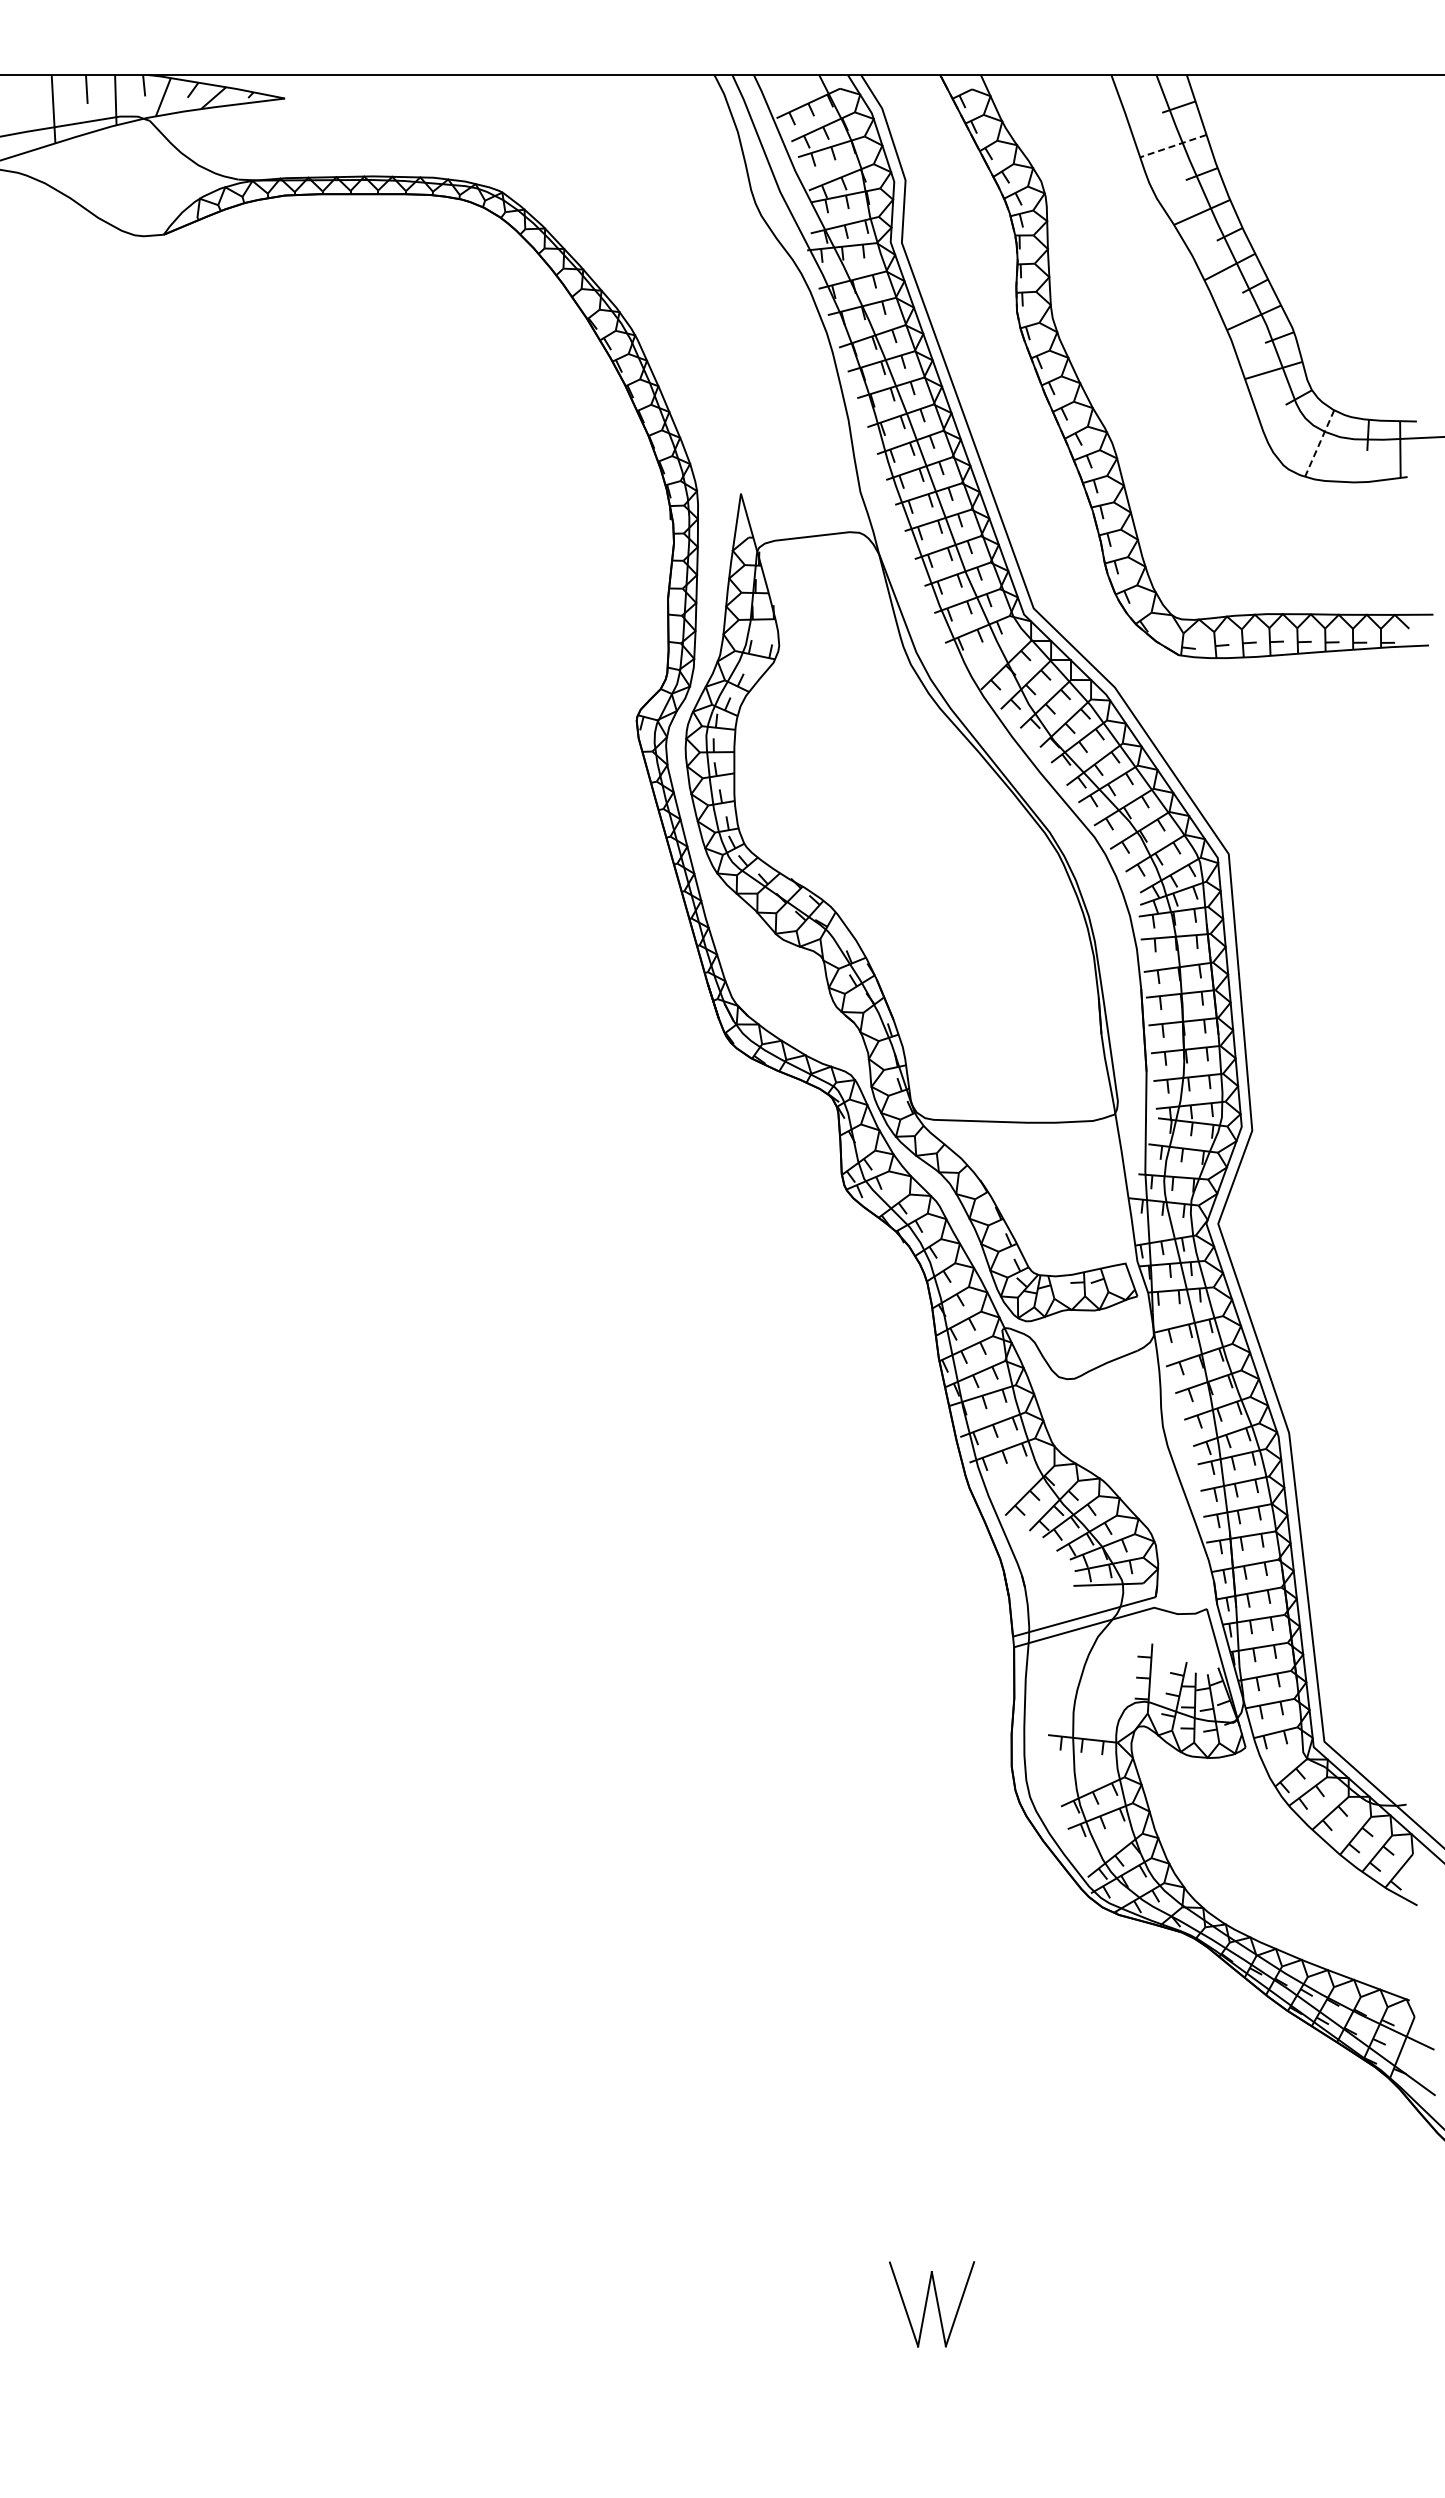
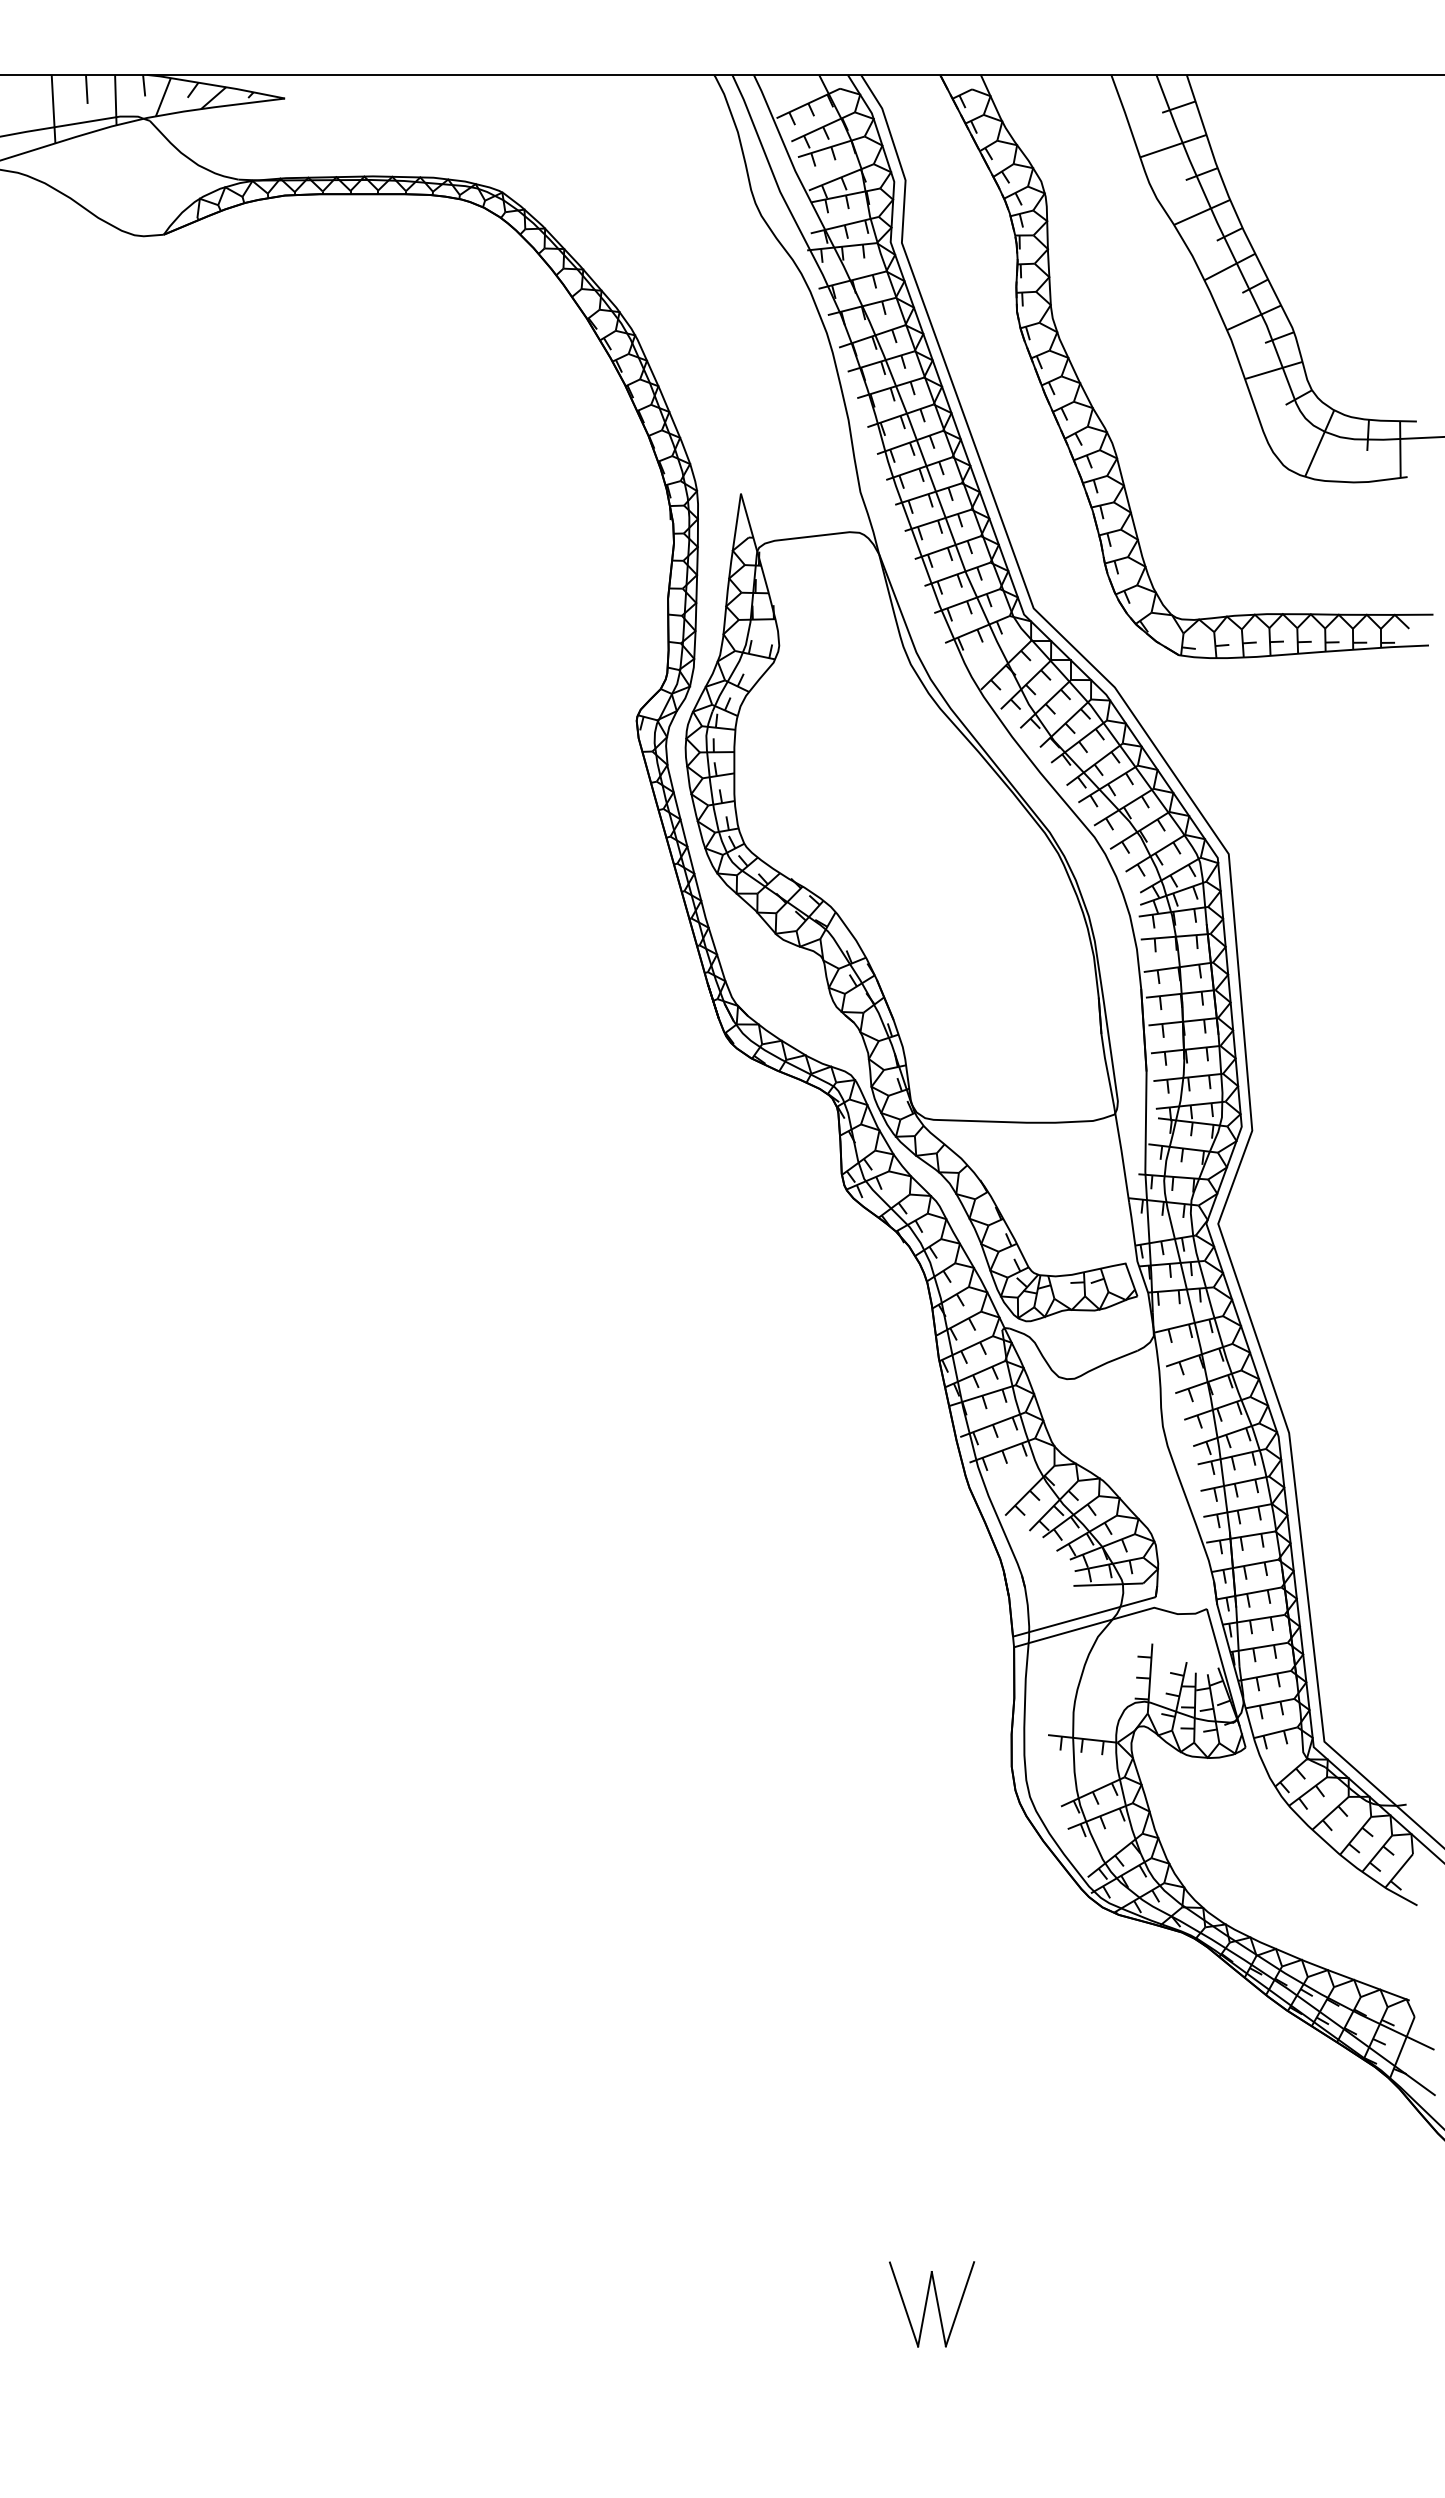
line at (1173, 146): dashed -> solid
line at (1319, 443): dashed -> solid
